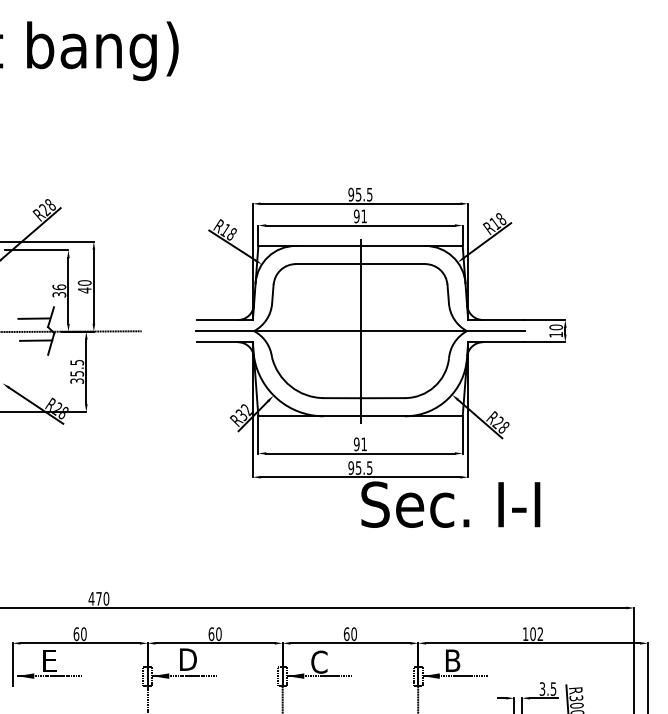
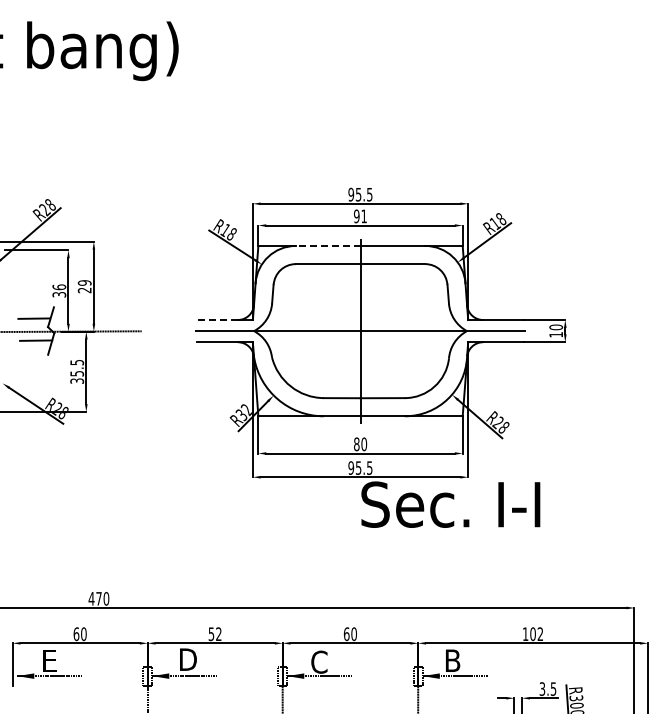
line at (327, 245): solid -> dashed
text at (84, 286): 40 -> 29
line at (217, 320): solid -> dashed
text at (360, 444): 91 -> 80
text at (214, 634): 60 -> 52
